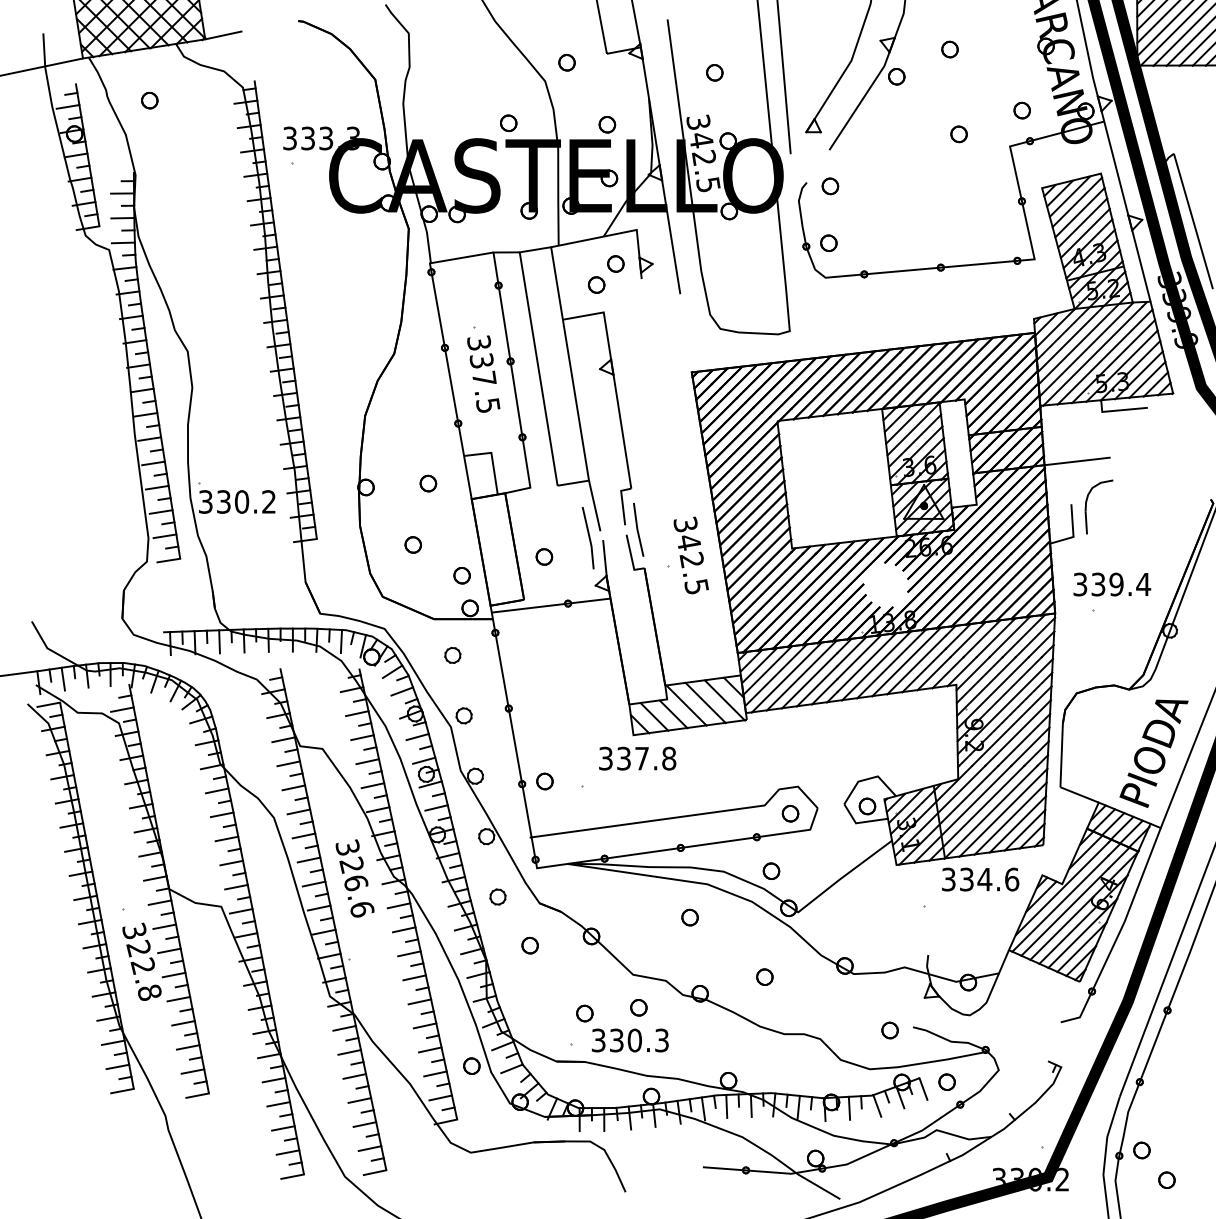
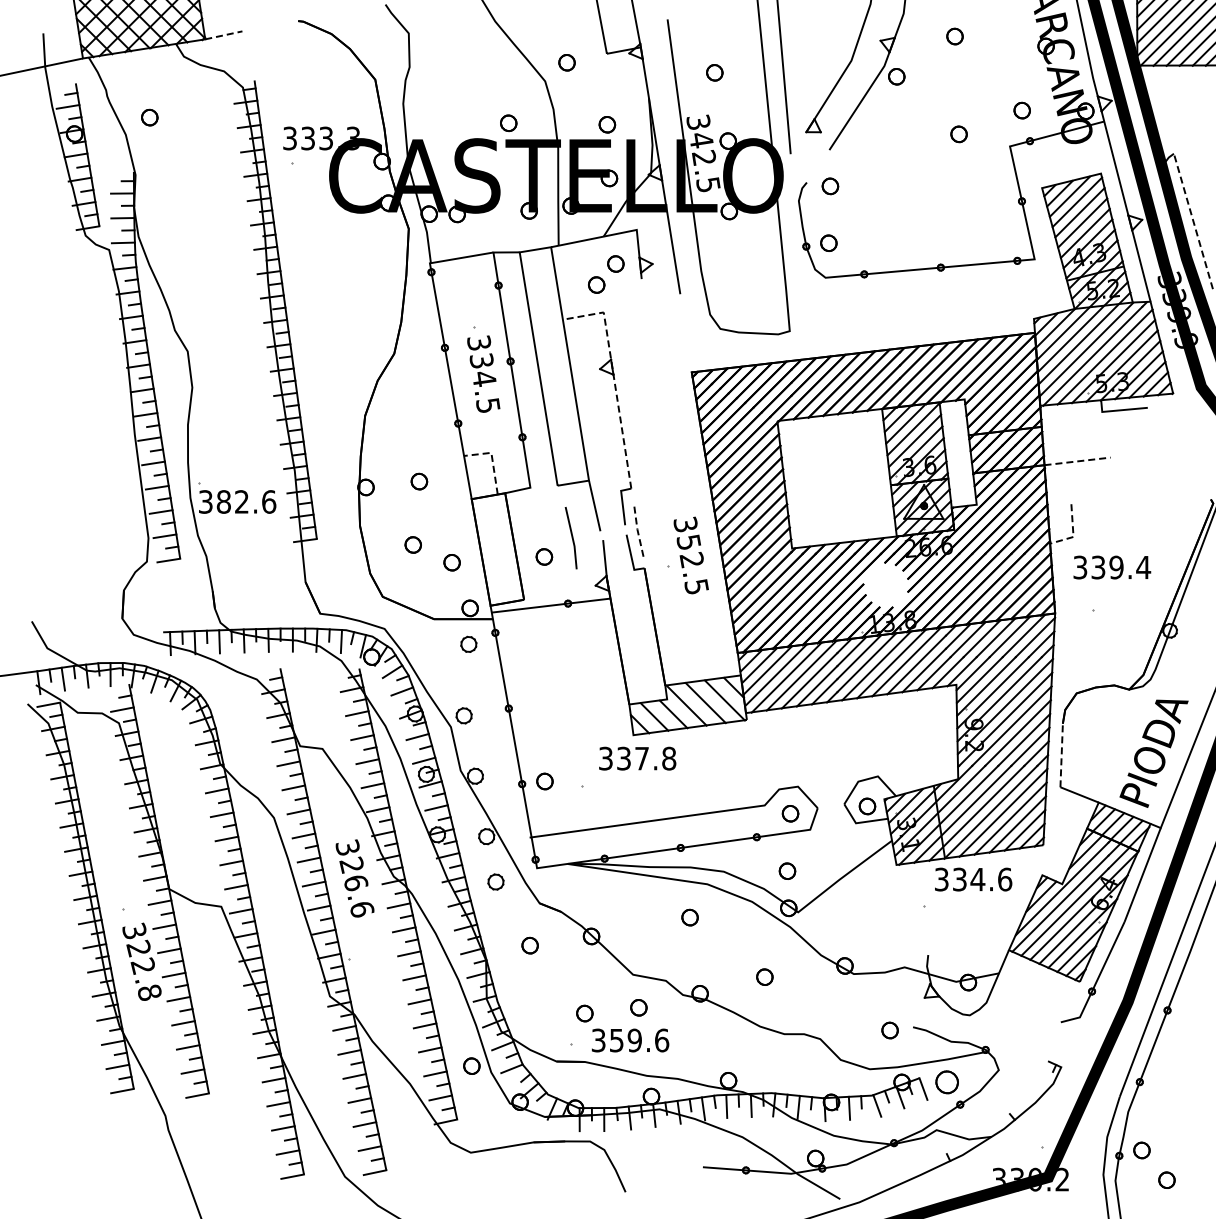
line at (224, 35): solid -> dashed
part at (949, 49) position: (949, 49) -> (954, 36)
part at (149, 100) position: (149, 100) -> (149, 117)
line at (1193, 220): solid -> dashed
text at (484, 378): 337.5 -> 334.5
line at (614, 379): solid -> dashed
line at (492, 459): solid -> dashed
line at (1078, 461): solid -> dashed
part at (428, 483) position: (428, 483) -> (419, 481)
text at (246, 501): 330.2 -> 382.6
part at (1086, 506): present -> none
line at (637, 529): solid -> dashed
line at (1073, 533): solid -> dashed
line at (588, 538) position: (588, 538) -> (571, 538)
text at (688, 542): 342.5 -> 352.5
part at (461, 575) position: (461, 575) -> (451, 562)
text at (1112, 584) position: (1112, 584) -> (1112, 567)
part at (452, 654) position: (452, 654) -> (468, 643)
line at (1061, 755): solid -> dashed
part at (771, 870) position: (771, 870) -> (787, 870)
text at (980, 879) position: (980, 879) -> (973, 879)
part at (497, 896) position: (497, 896) -> (495, 881)
text at (639, 1040): 330.3 -> 359.6
part at (946, 1081) size: 18x18 px -> 24x25 px
